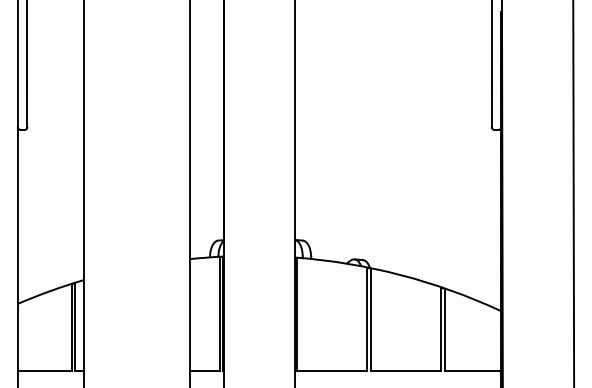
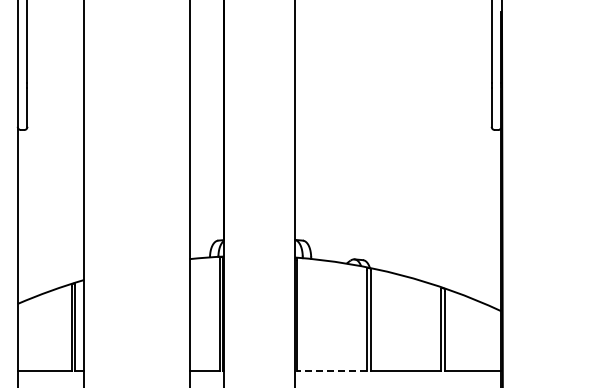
line at (573, 193): present -> none
line at (331, 370): solid -> dashed
